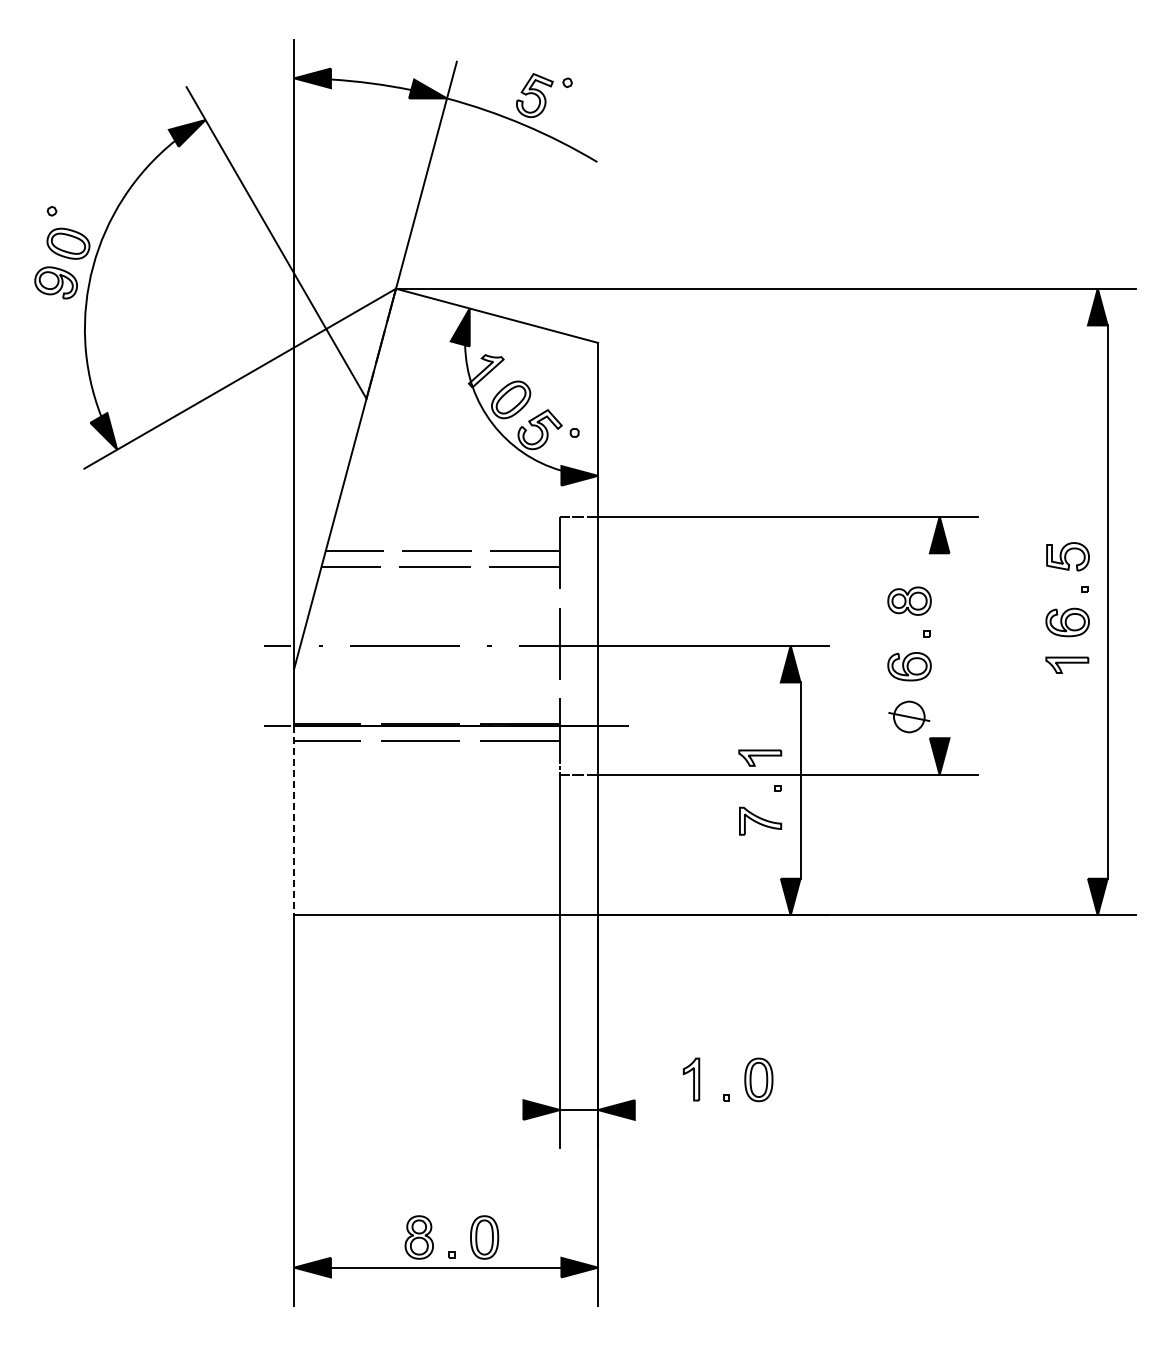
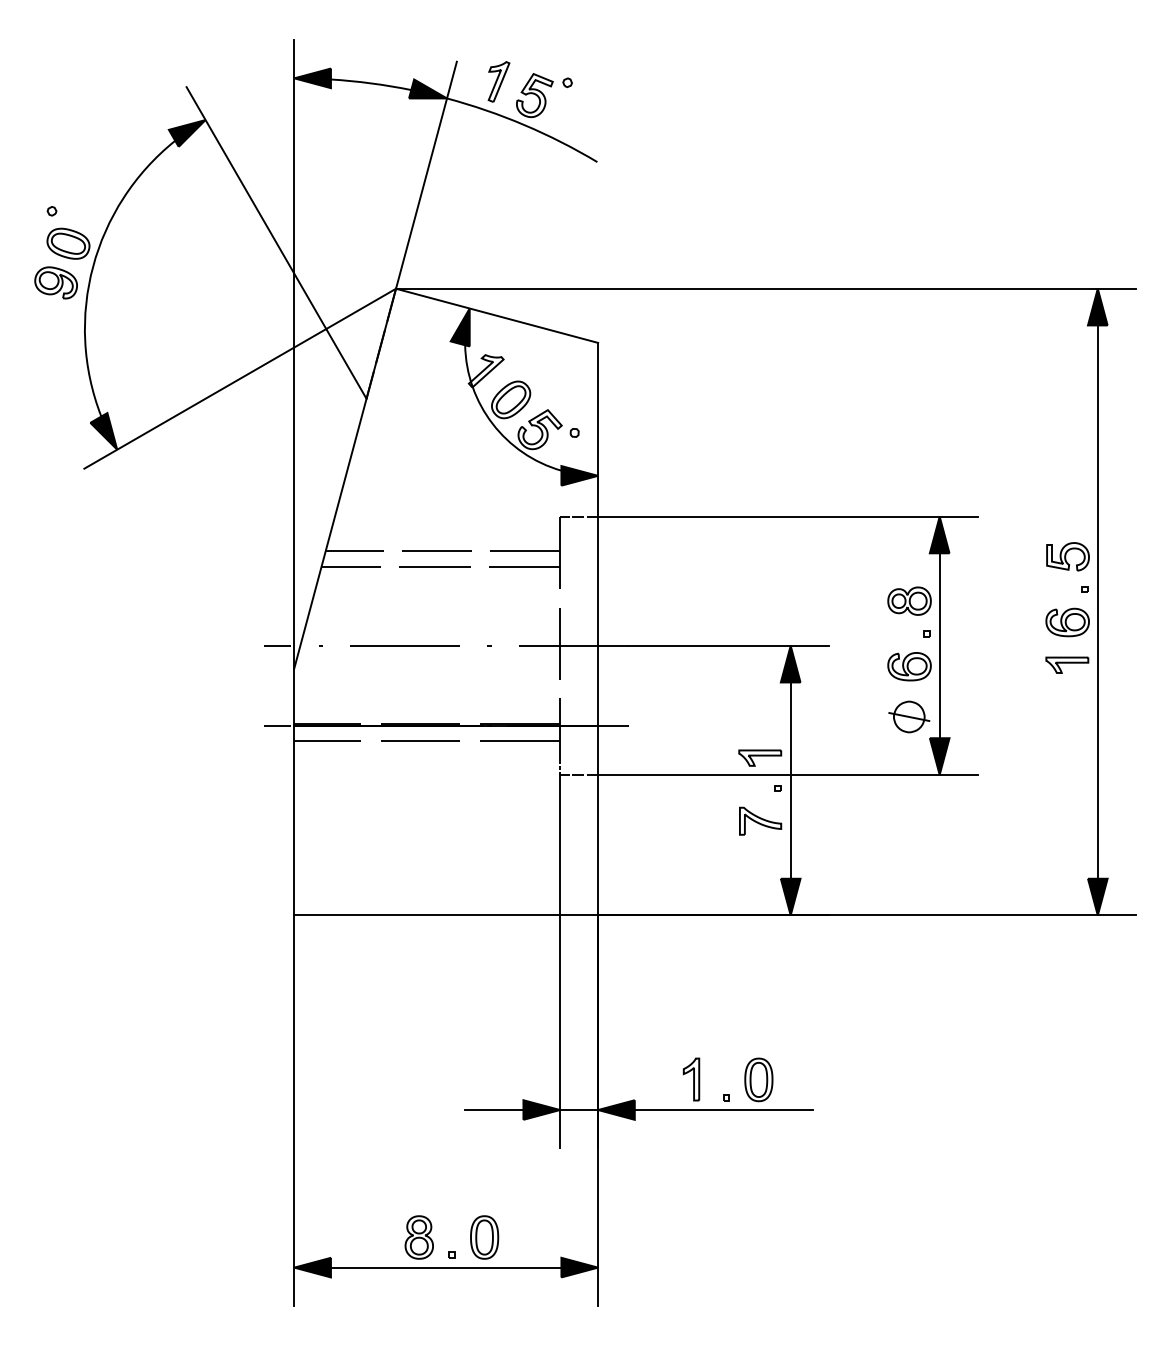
part at (498, 81): none -> present
line at (1107, 601) position: (1107, 601) -> (1097, 601)
line at (939, 645): none -> present
line at (800, 780) position: (800, 780) -> (790, 780)
line at (294, 820): dashed -> solid
line at (494, 1110): none -> present
line at (723, 1110): none -> present
